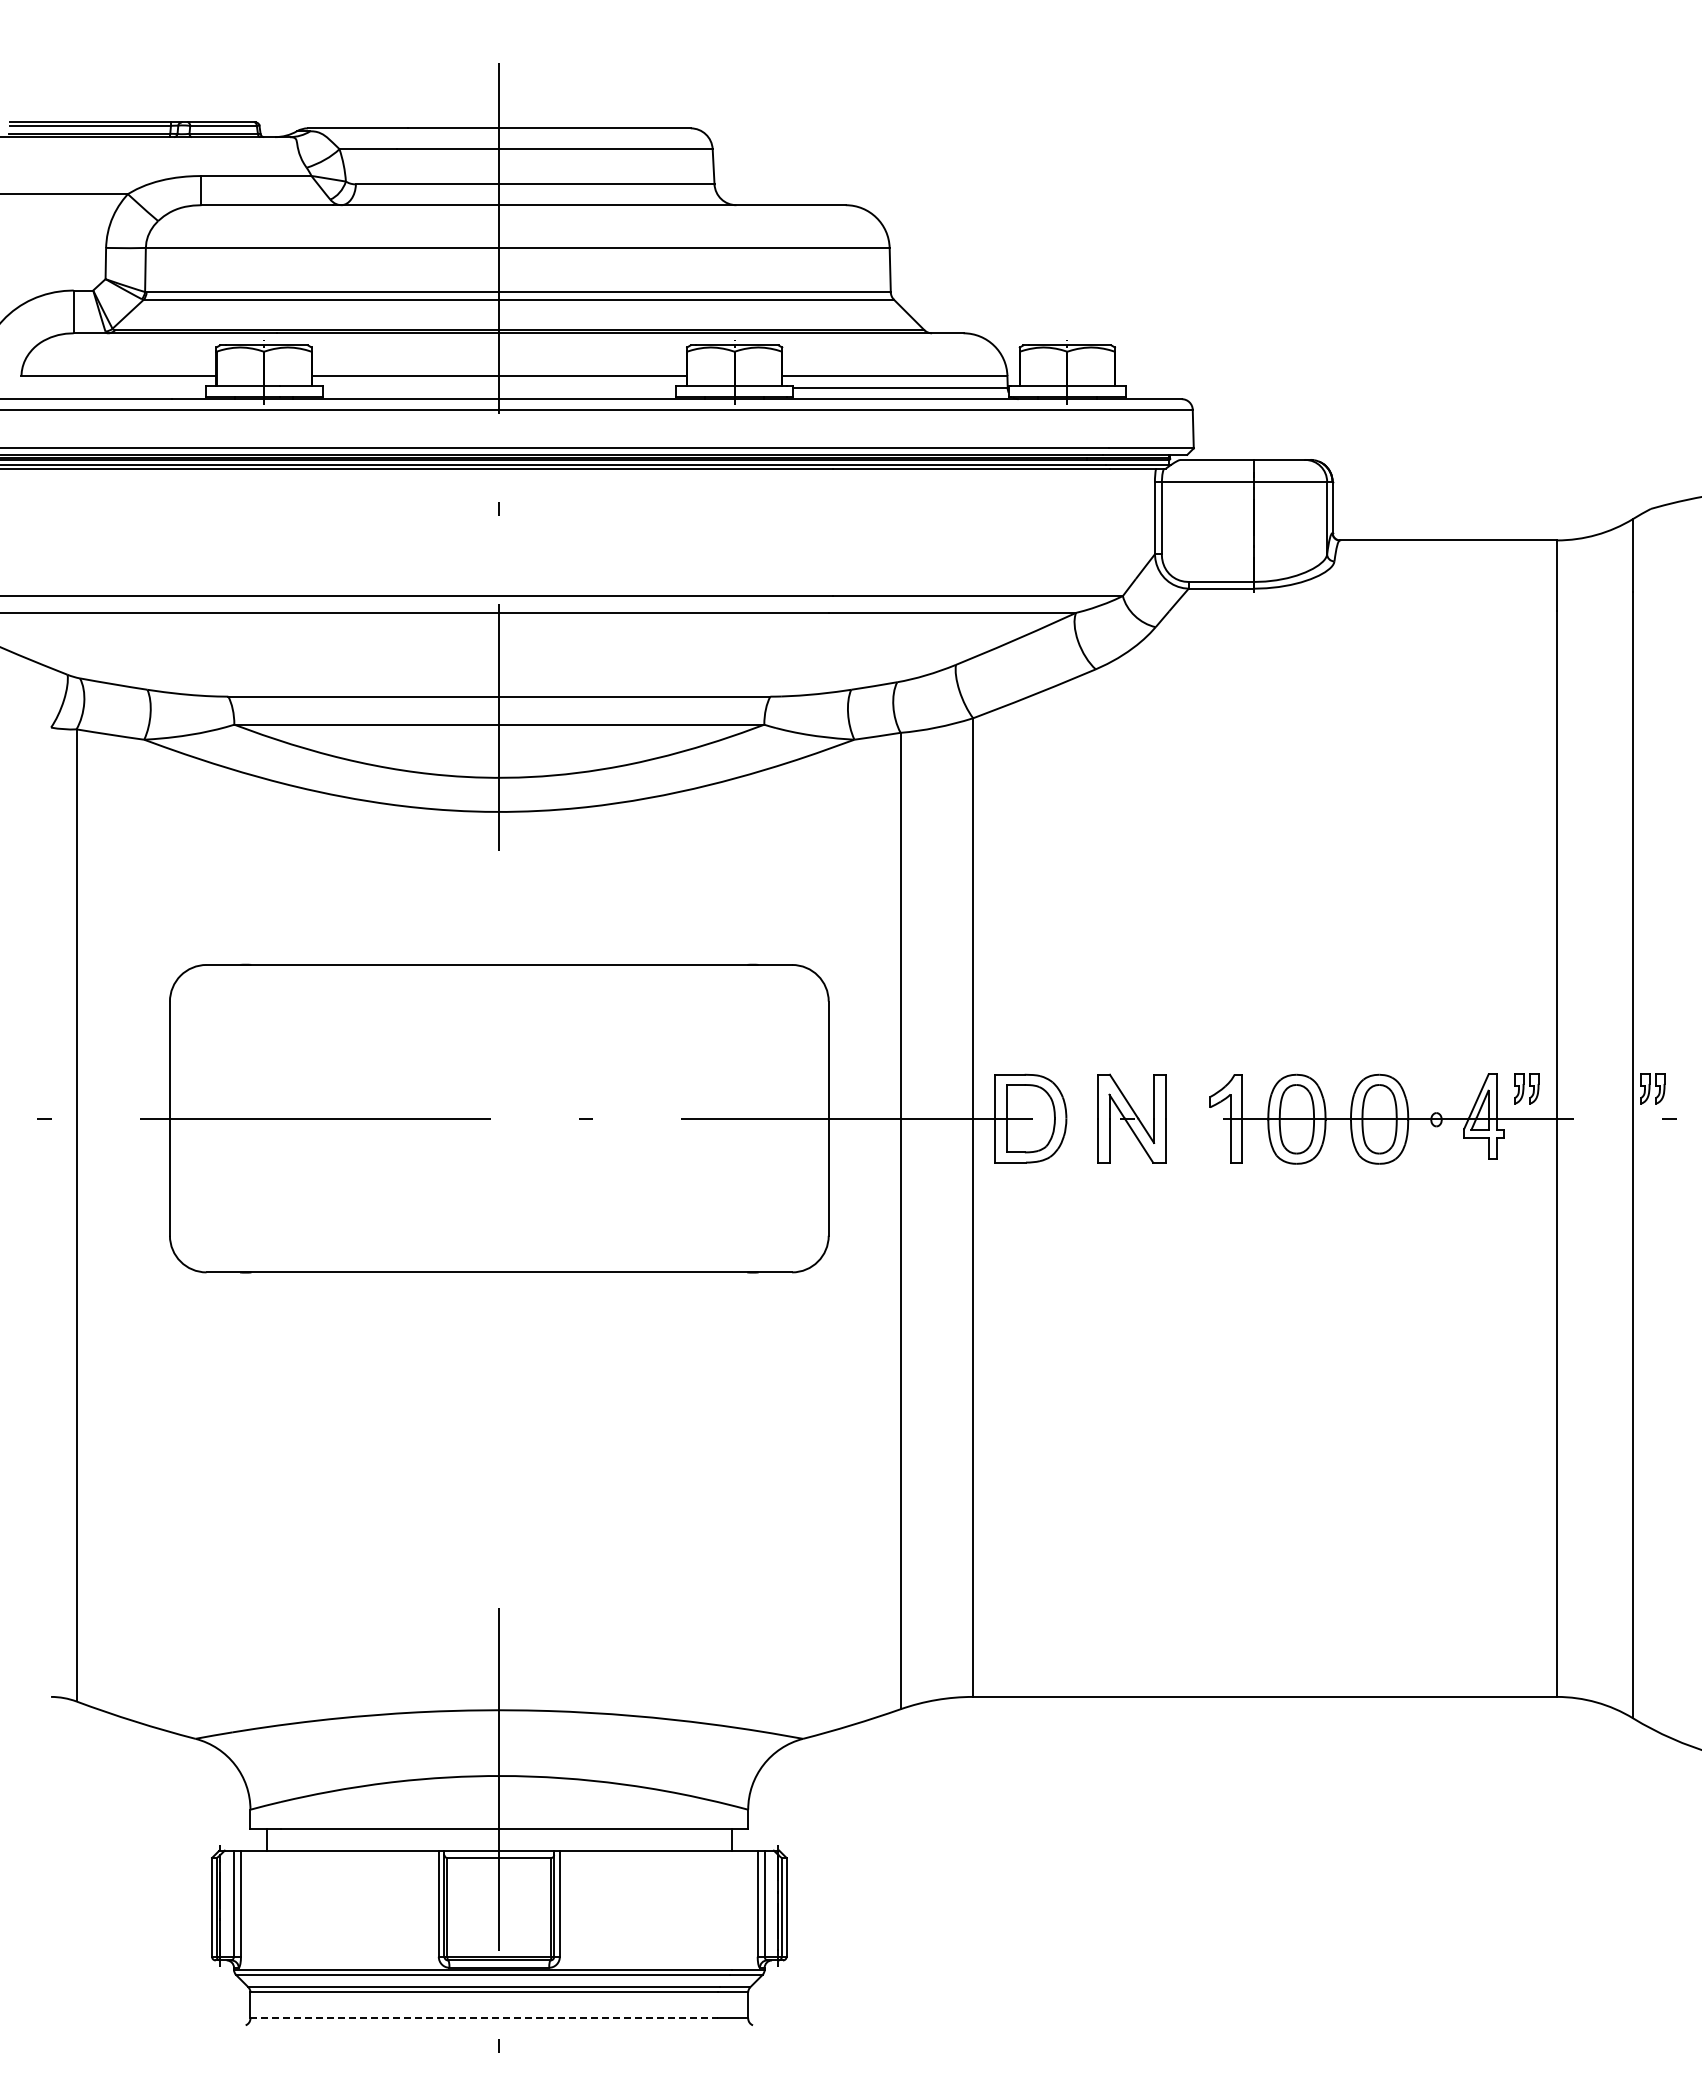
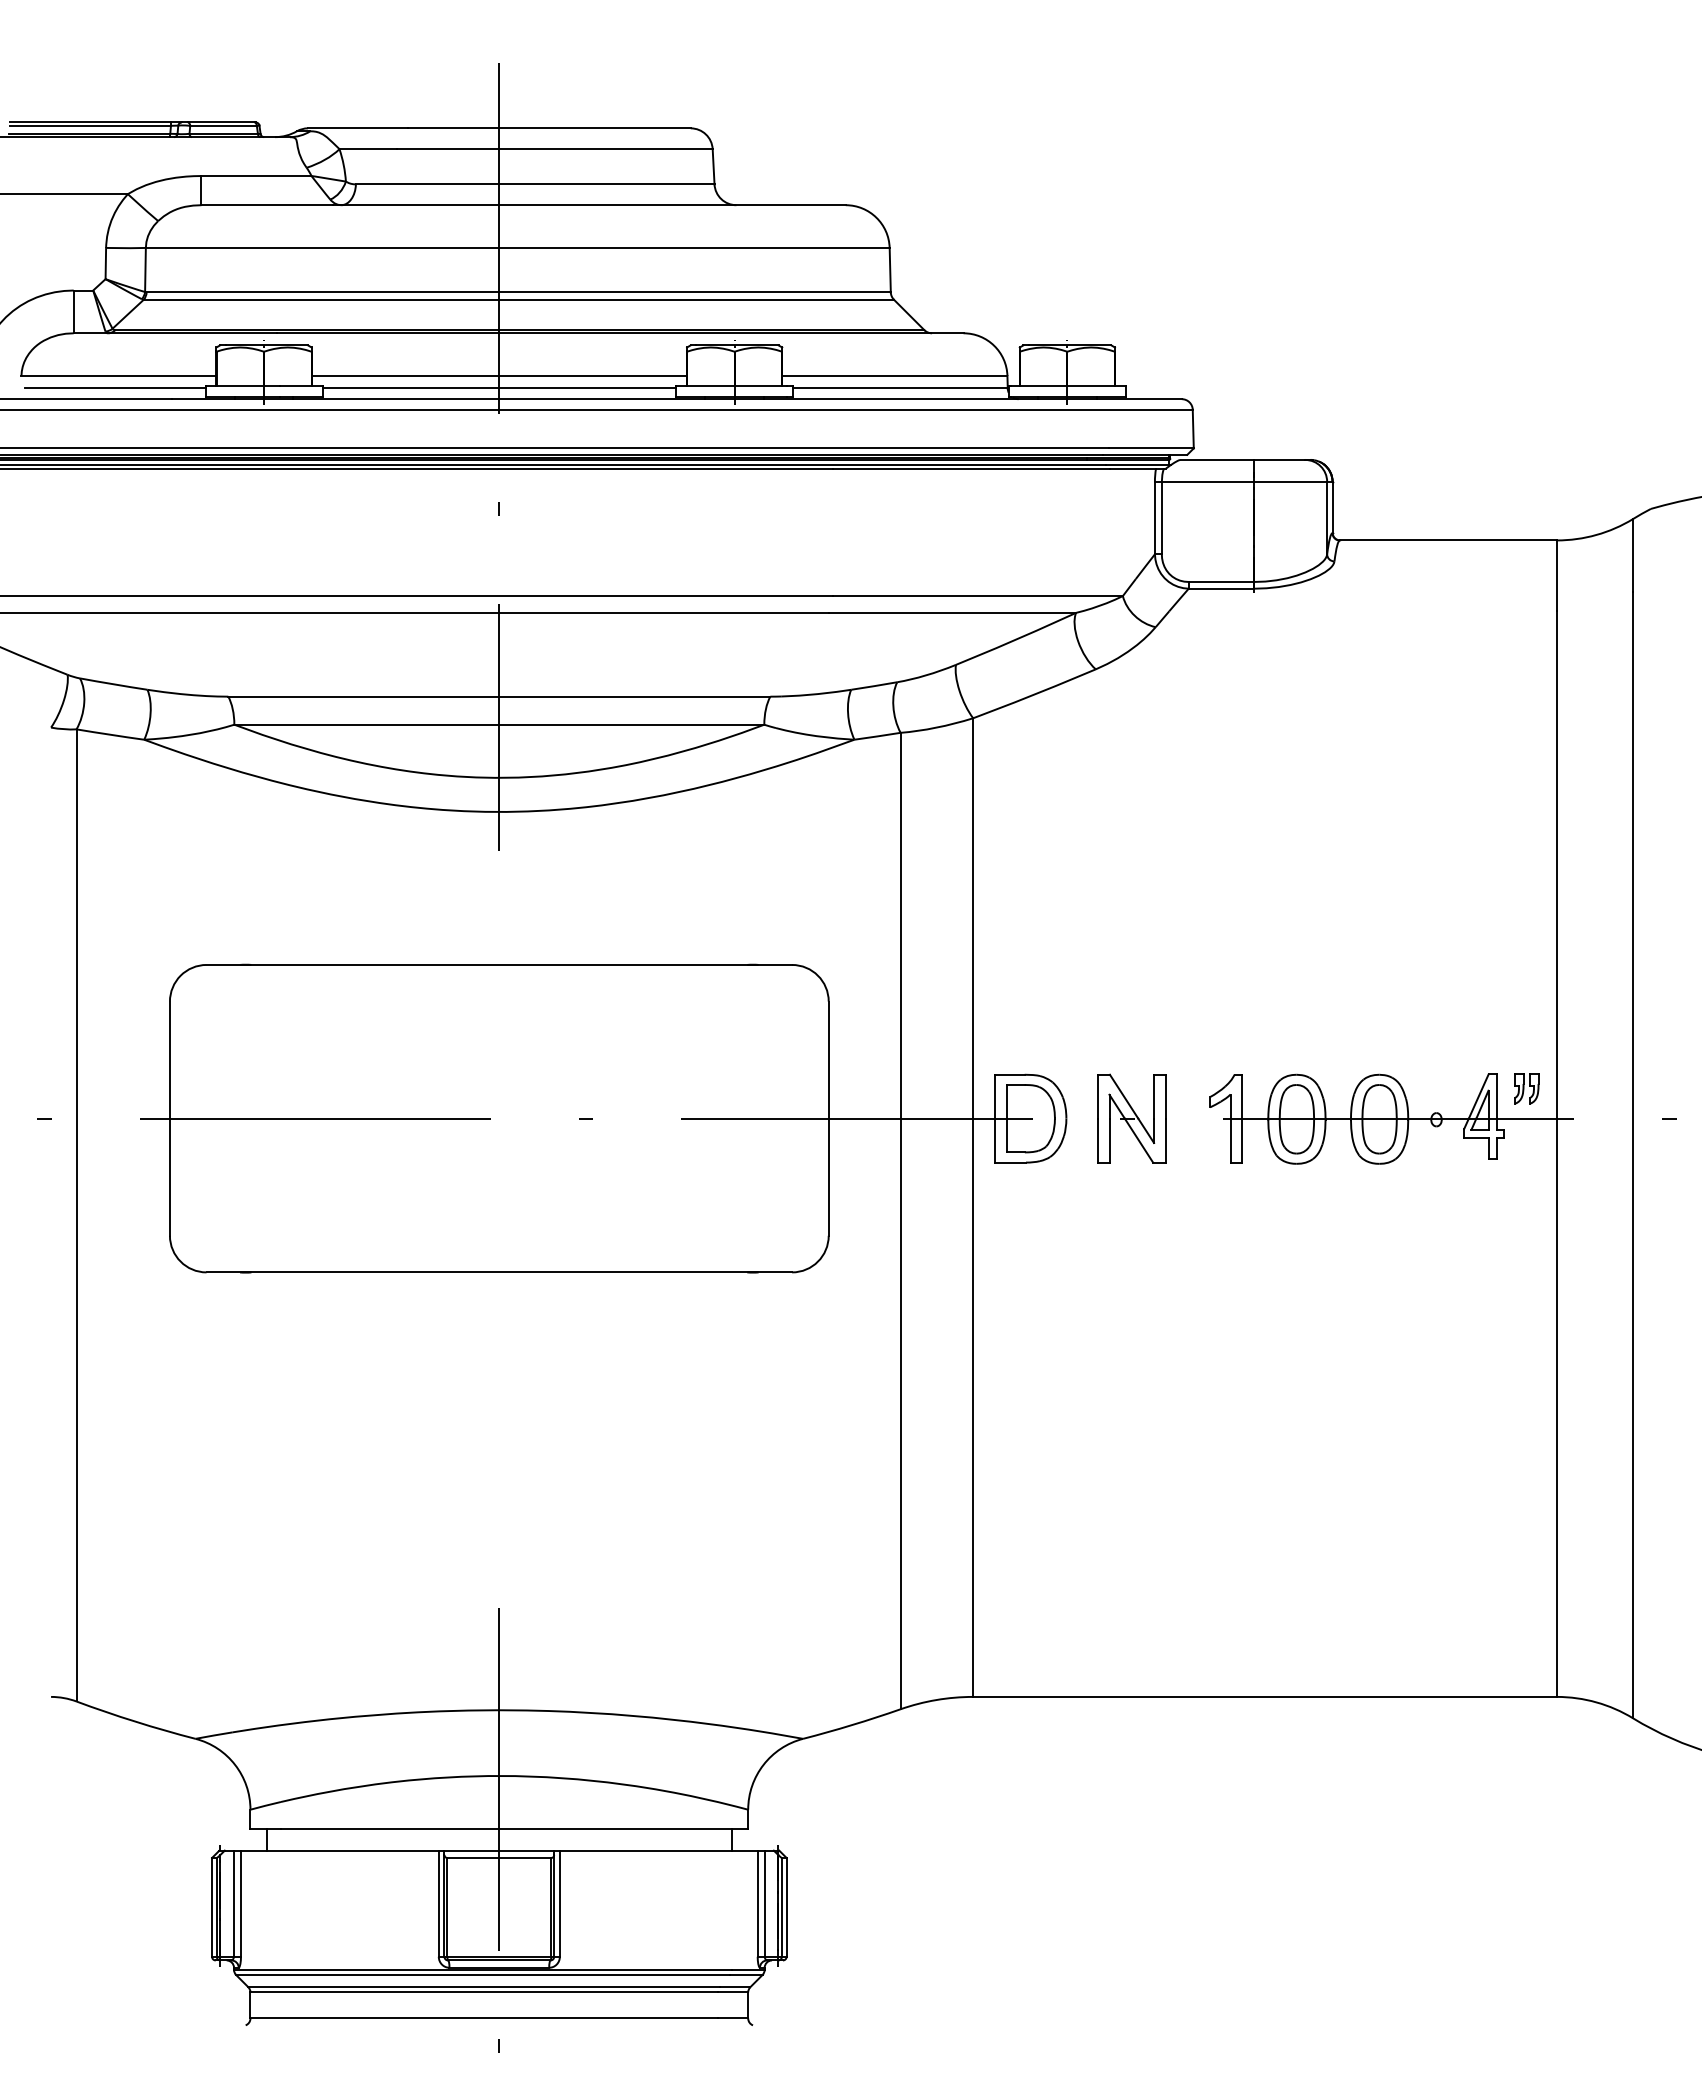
line at (115, 388): none -> present
line at (499, 388): none -> present
part at (1652, 1088): present -> none
line at (484, 2018): dashed -> solid
